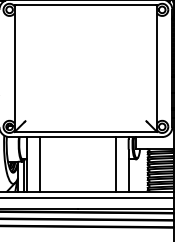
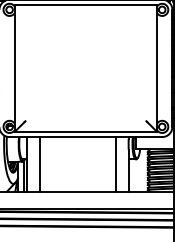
line at (86, 198): present -> none
